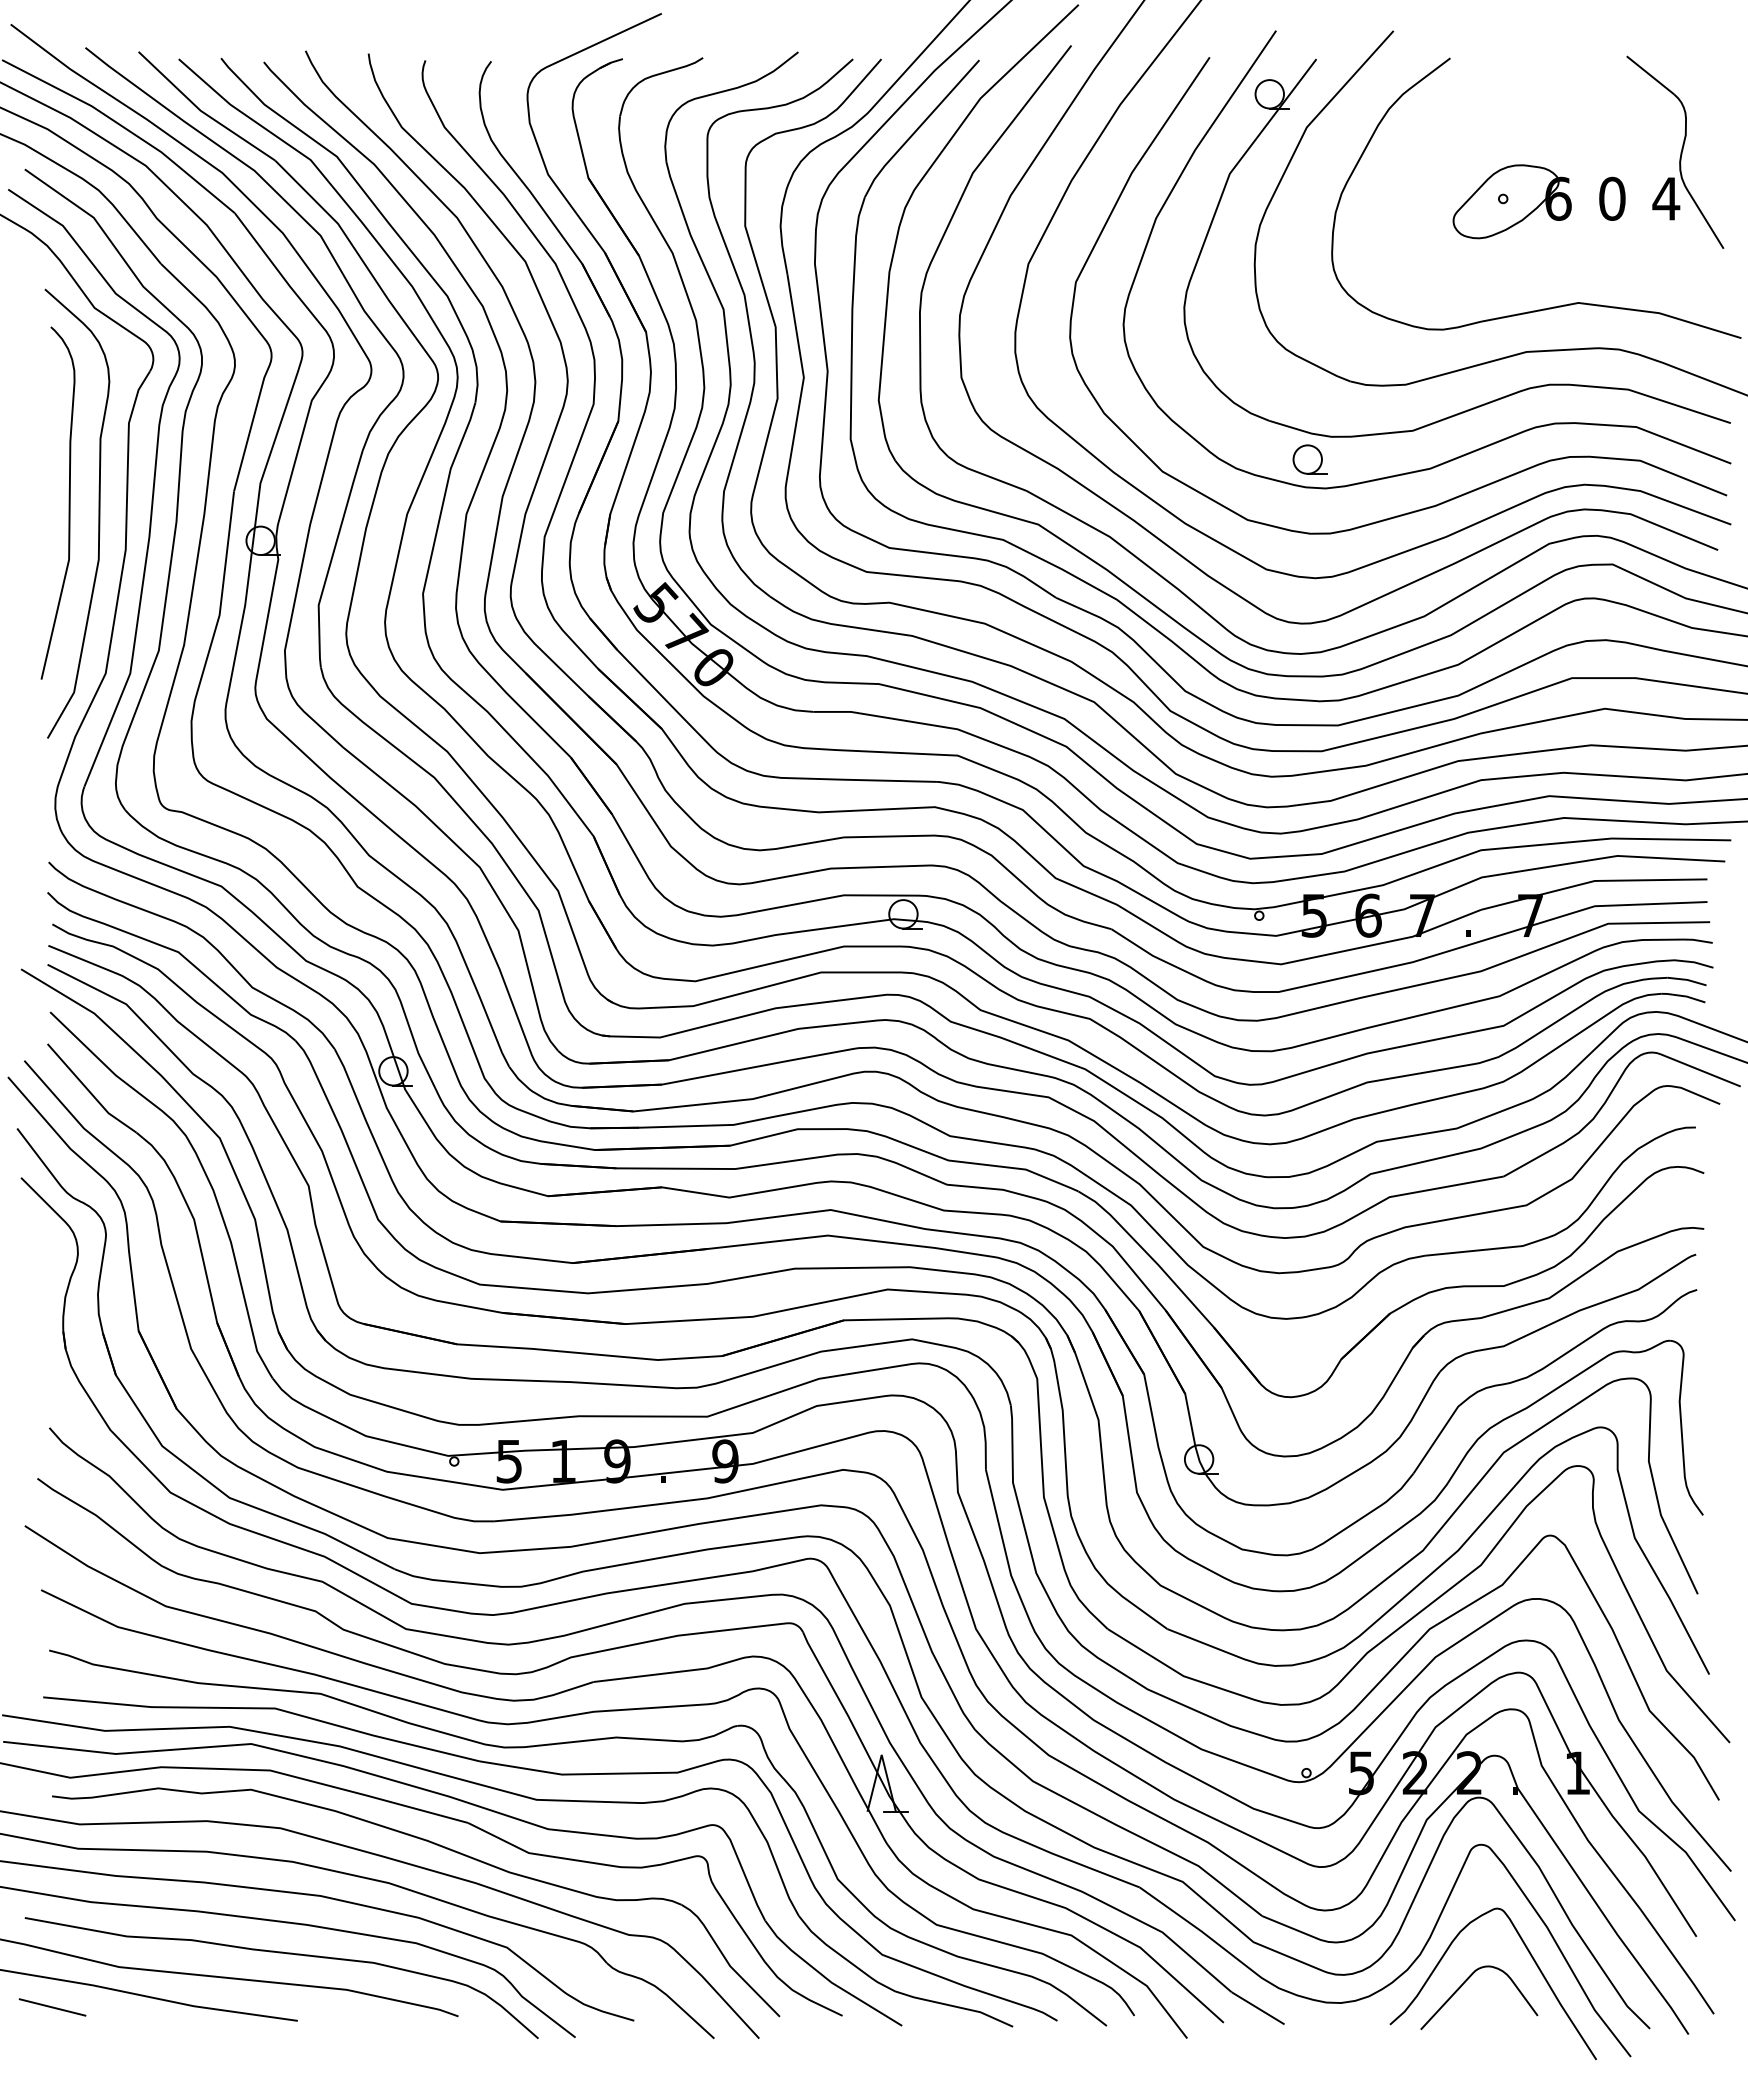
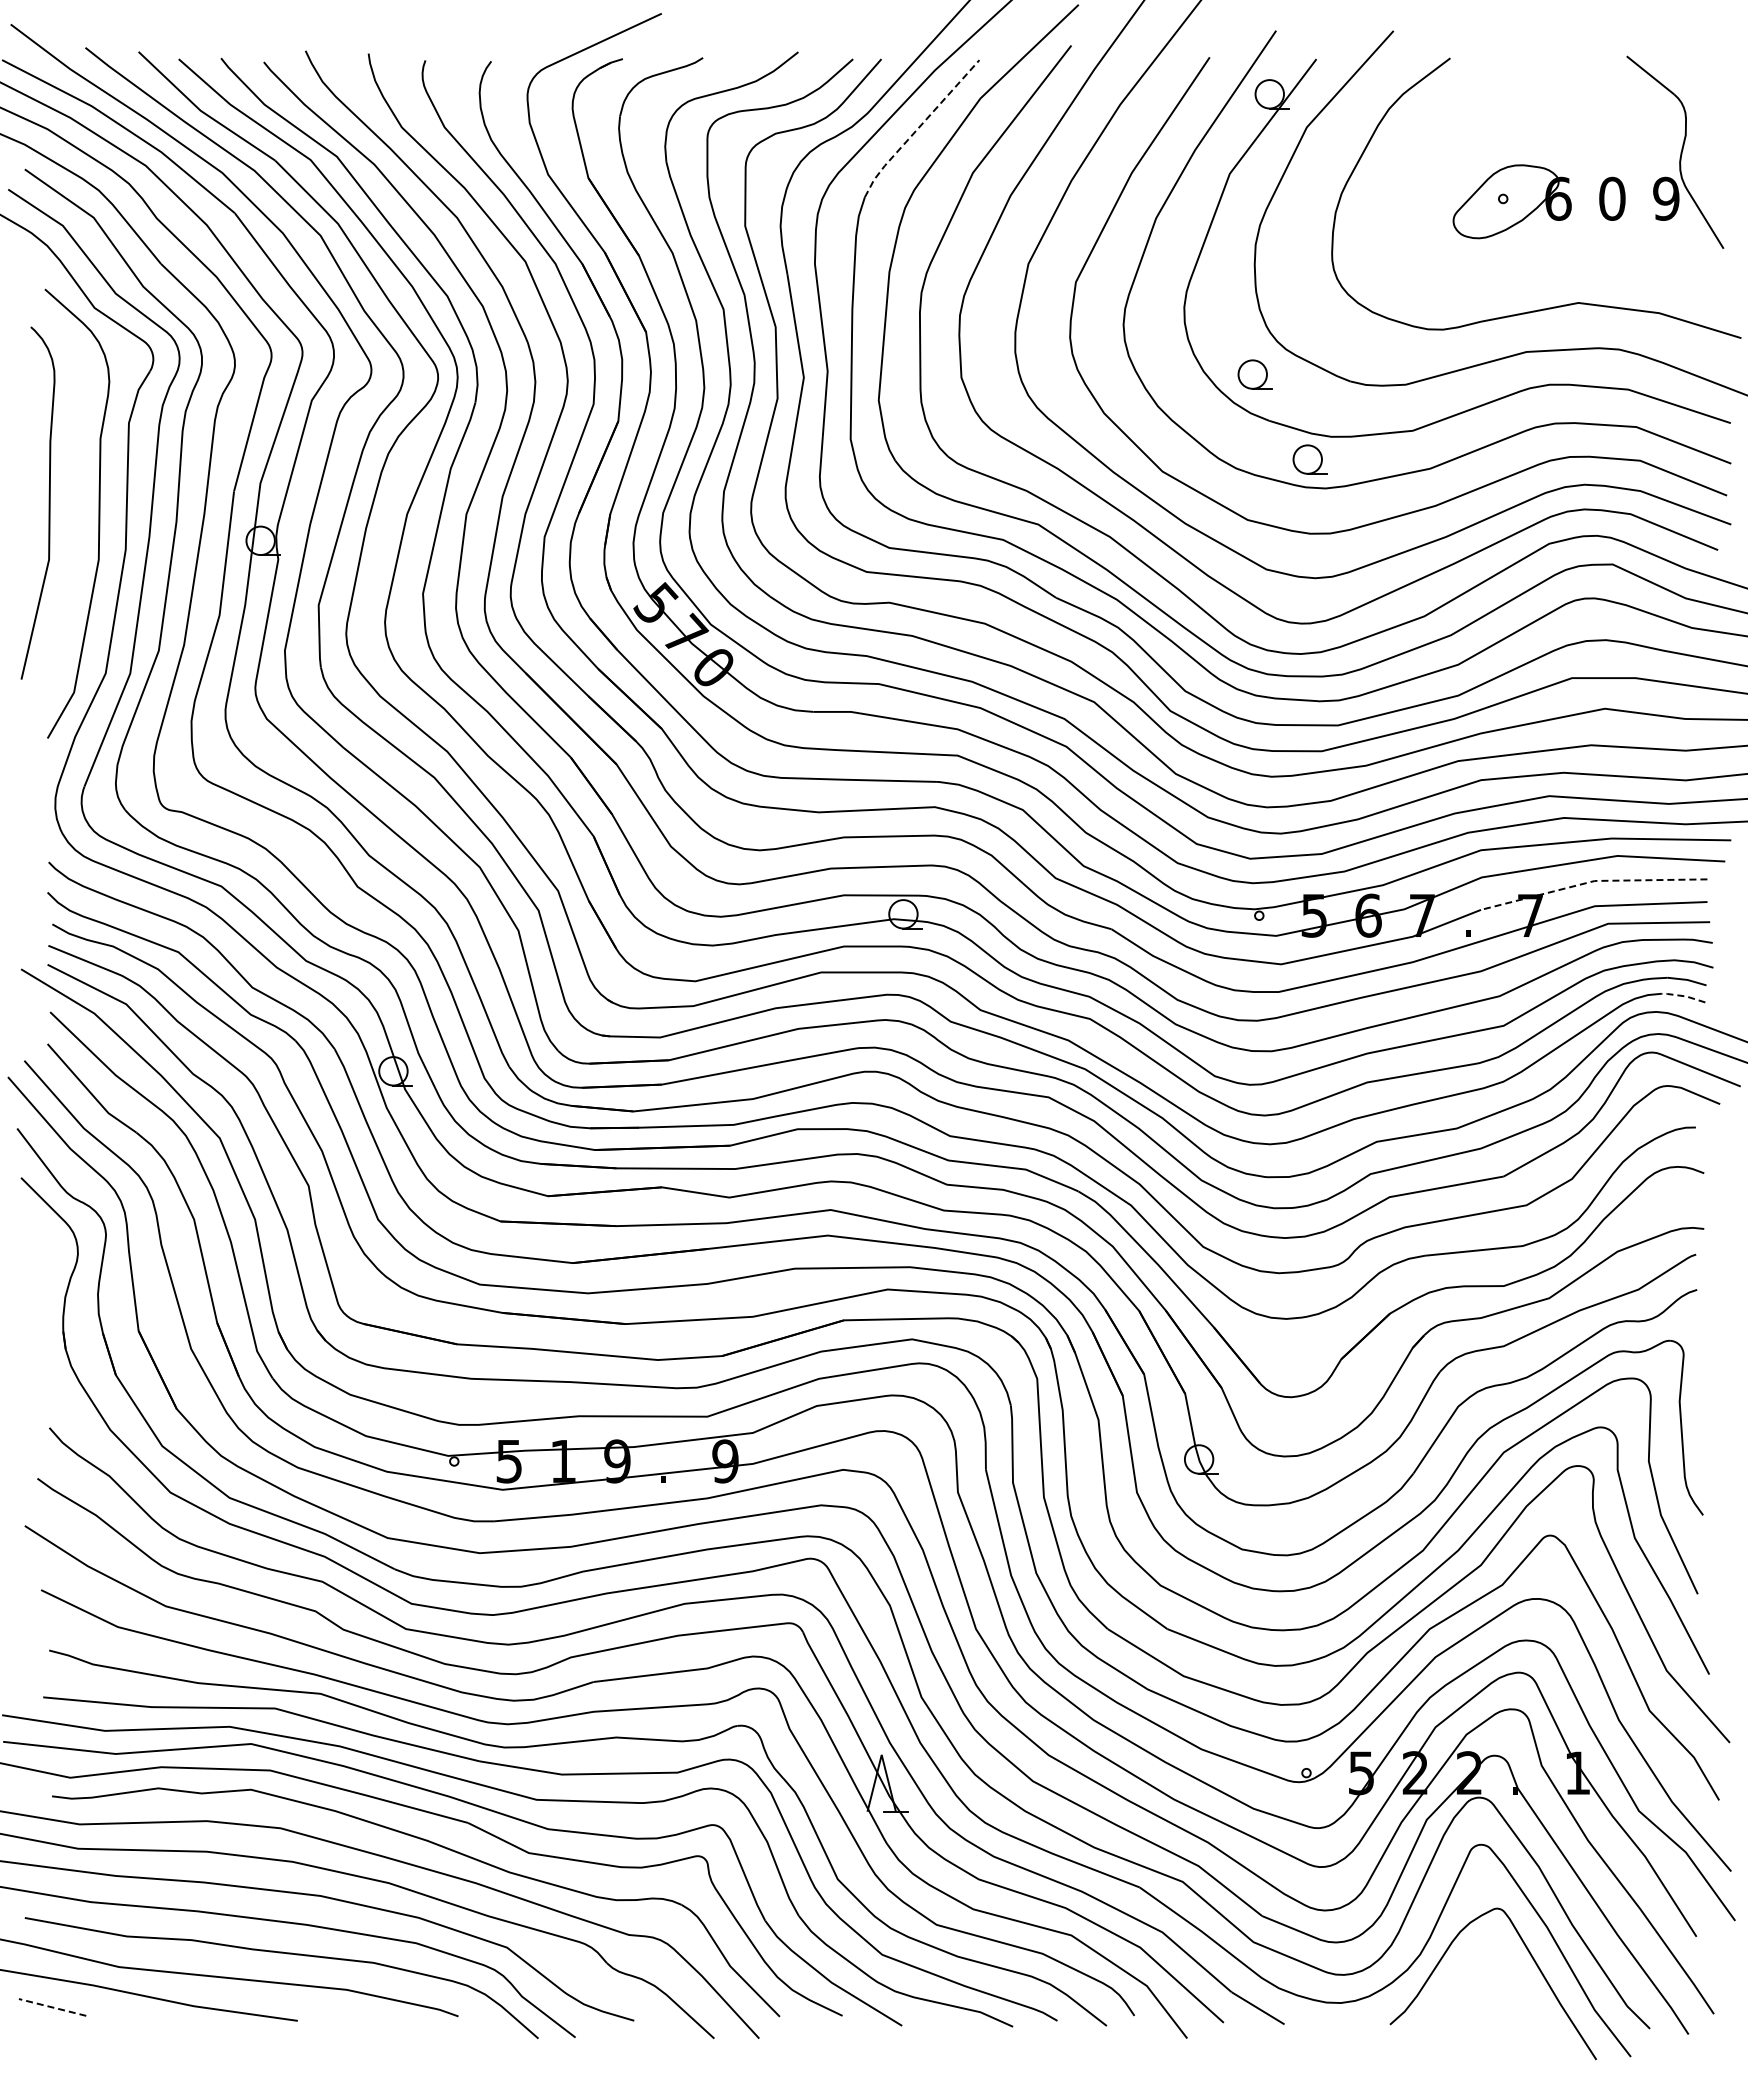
line at (918, 127): solid -> dashed
text at (1666, 198): 4 -> 9
part at (1254, 374): none -> present
curve at (68, 502) position: (68, 502) -> (48, 502)
line at (1592, 881): solid -> dashed
line at (1682, 996): solid -> dashed
curve at (1462, 1986): present -> none
line at (52, 2007): solid -> dashed
